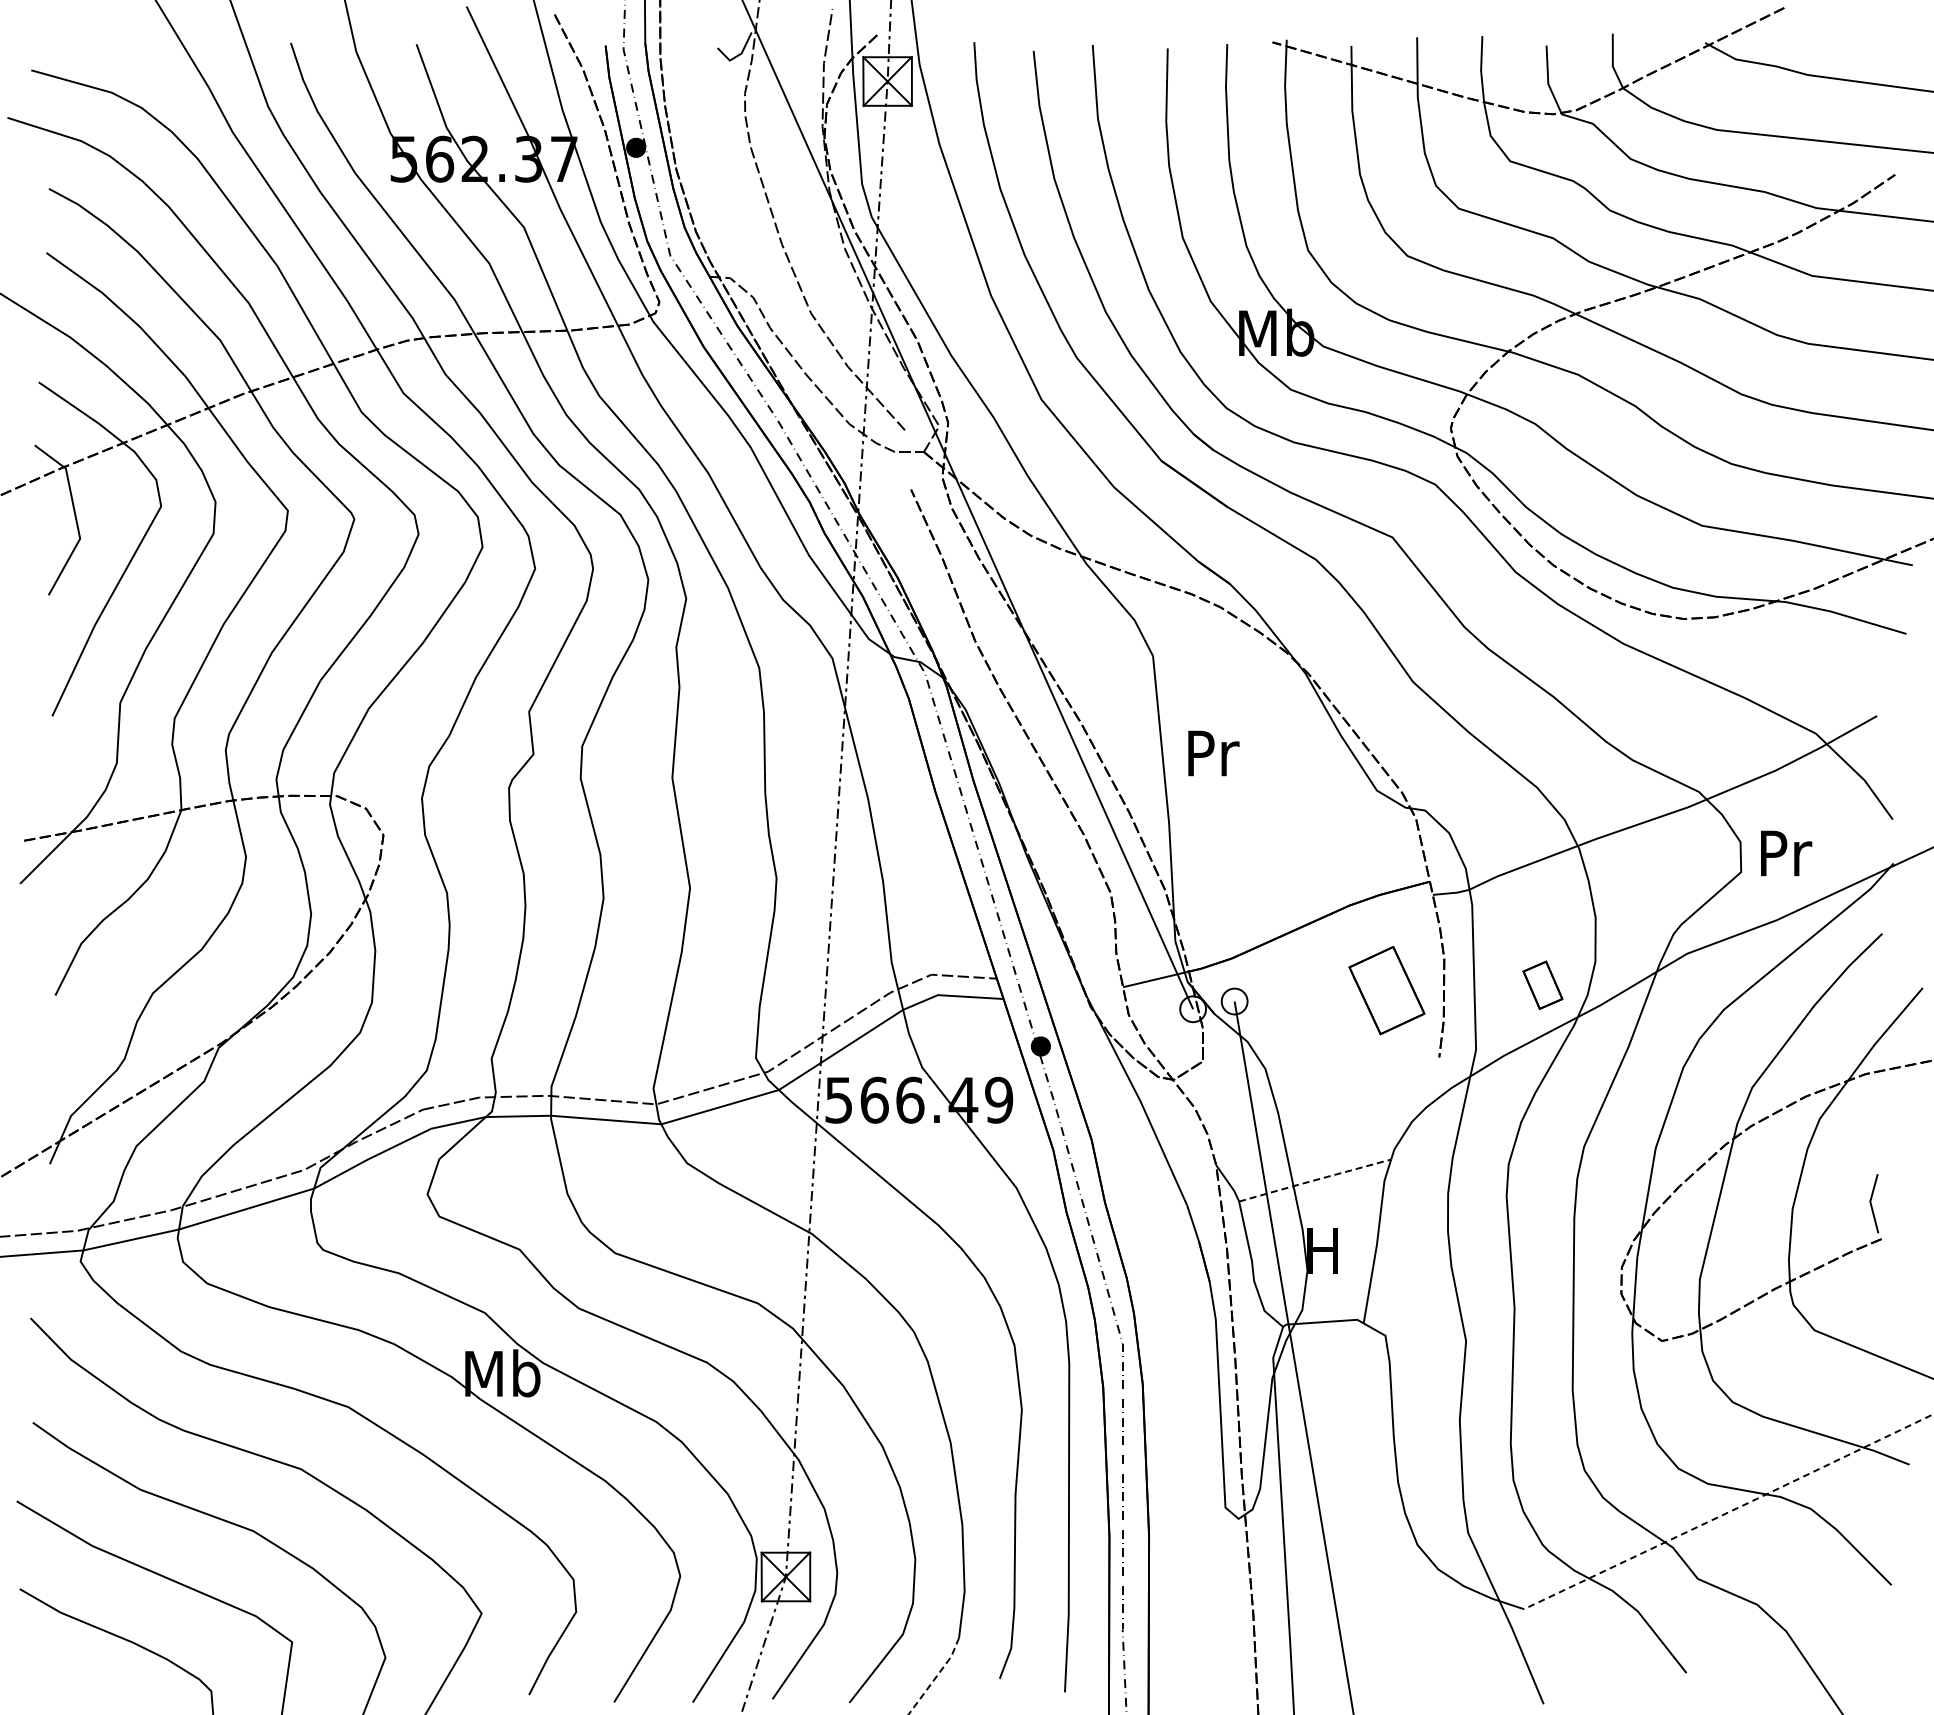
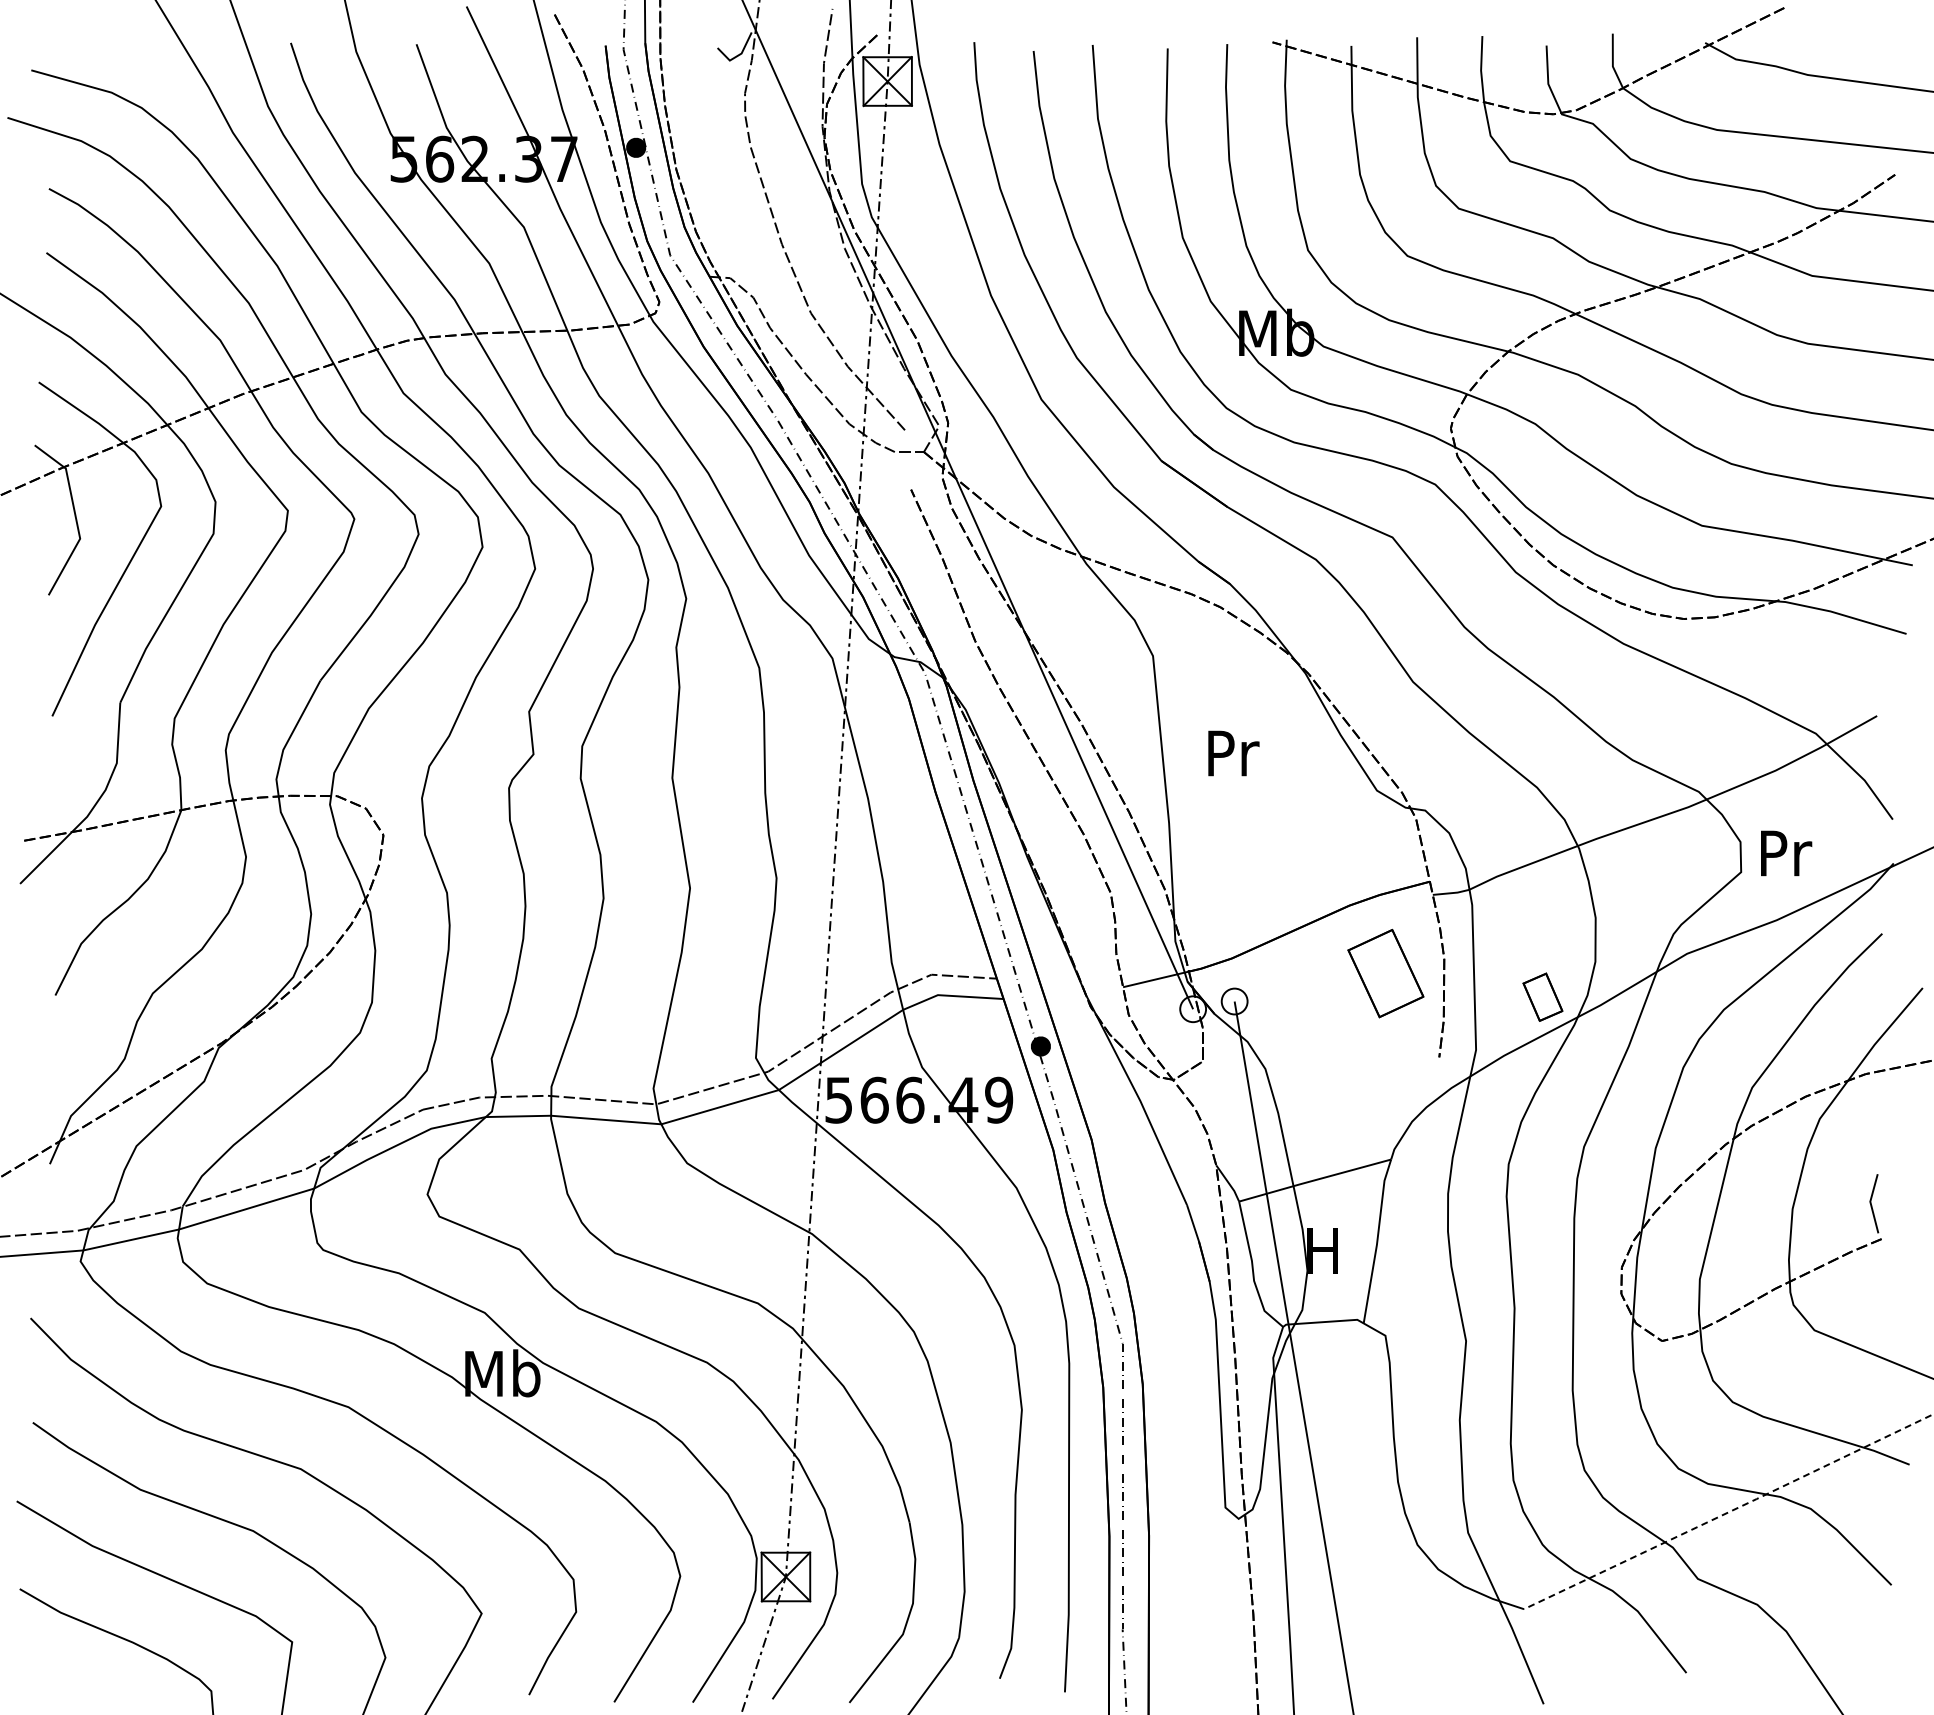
text at (1213, 753) position: (1213, 753) -> (1233, 753)
part at (1542, 984) position: (1542, 984) -> (1542, 996)
part at (1386, 990) position: (1386, 990) -> (1385, 973)
line at (1314, 1180): dashed -> solid
line at (936, 1677): dashed -> solid
